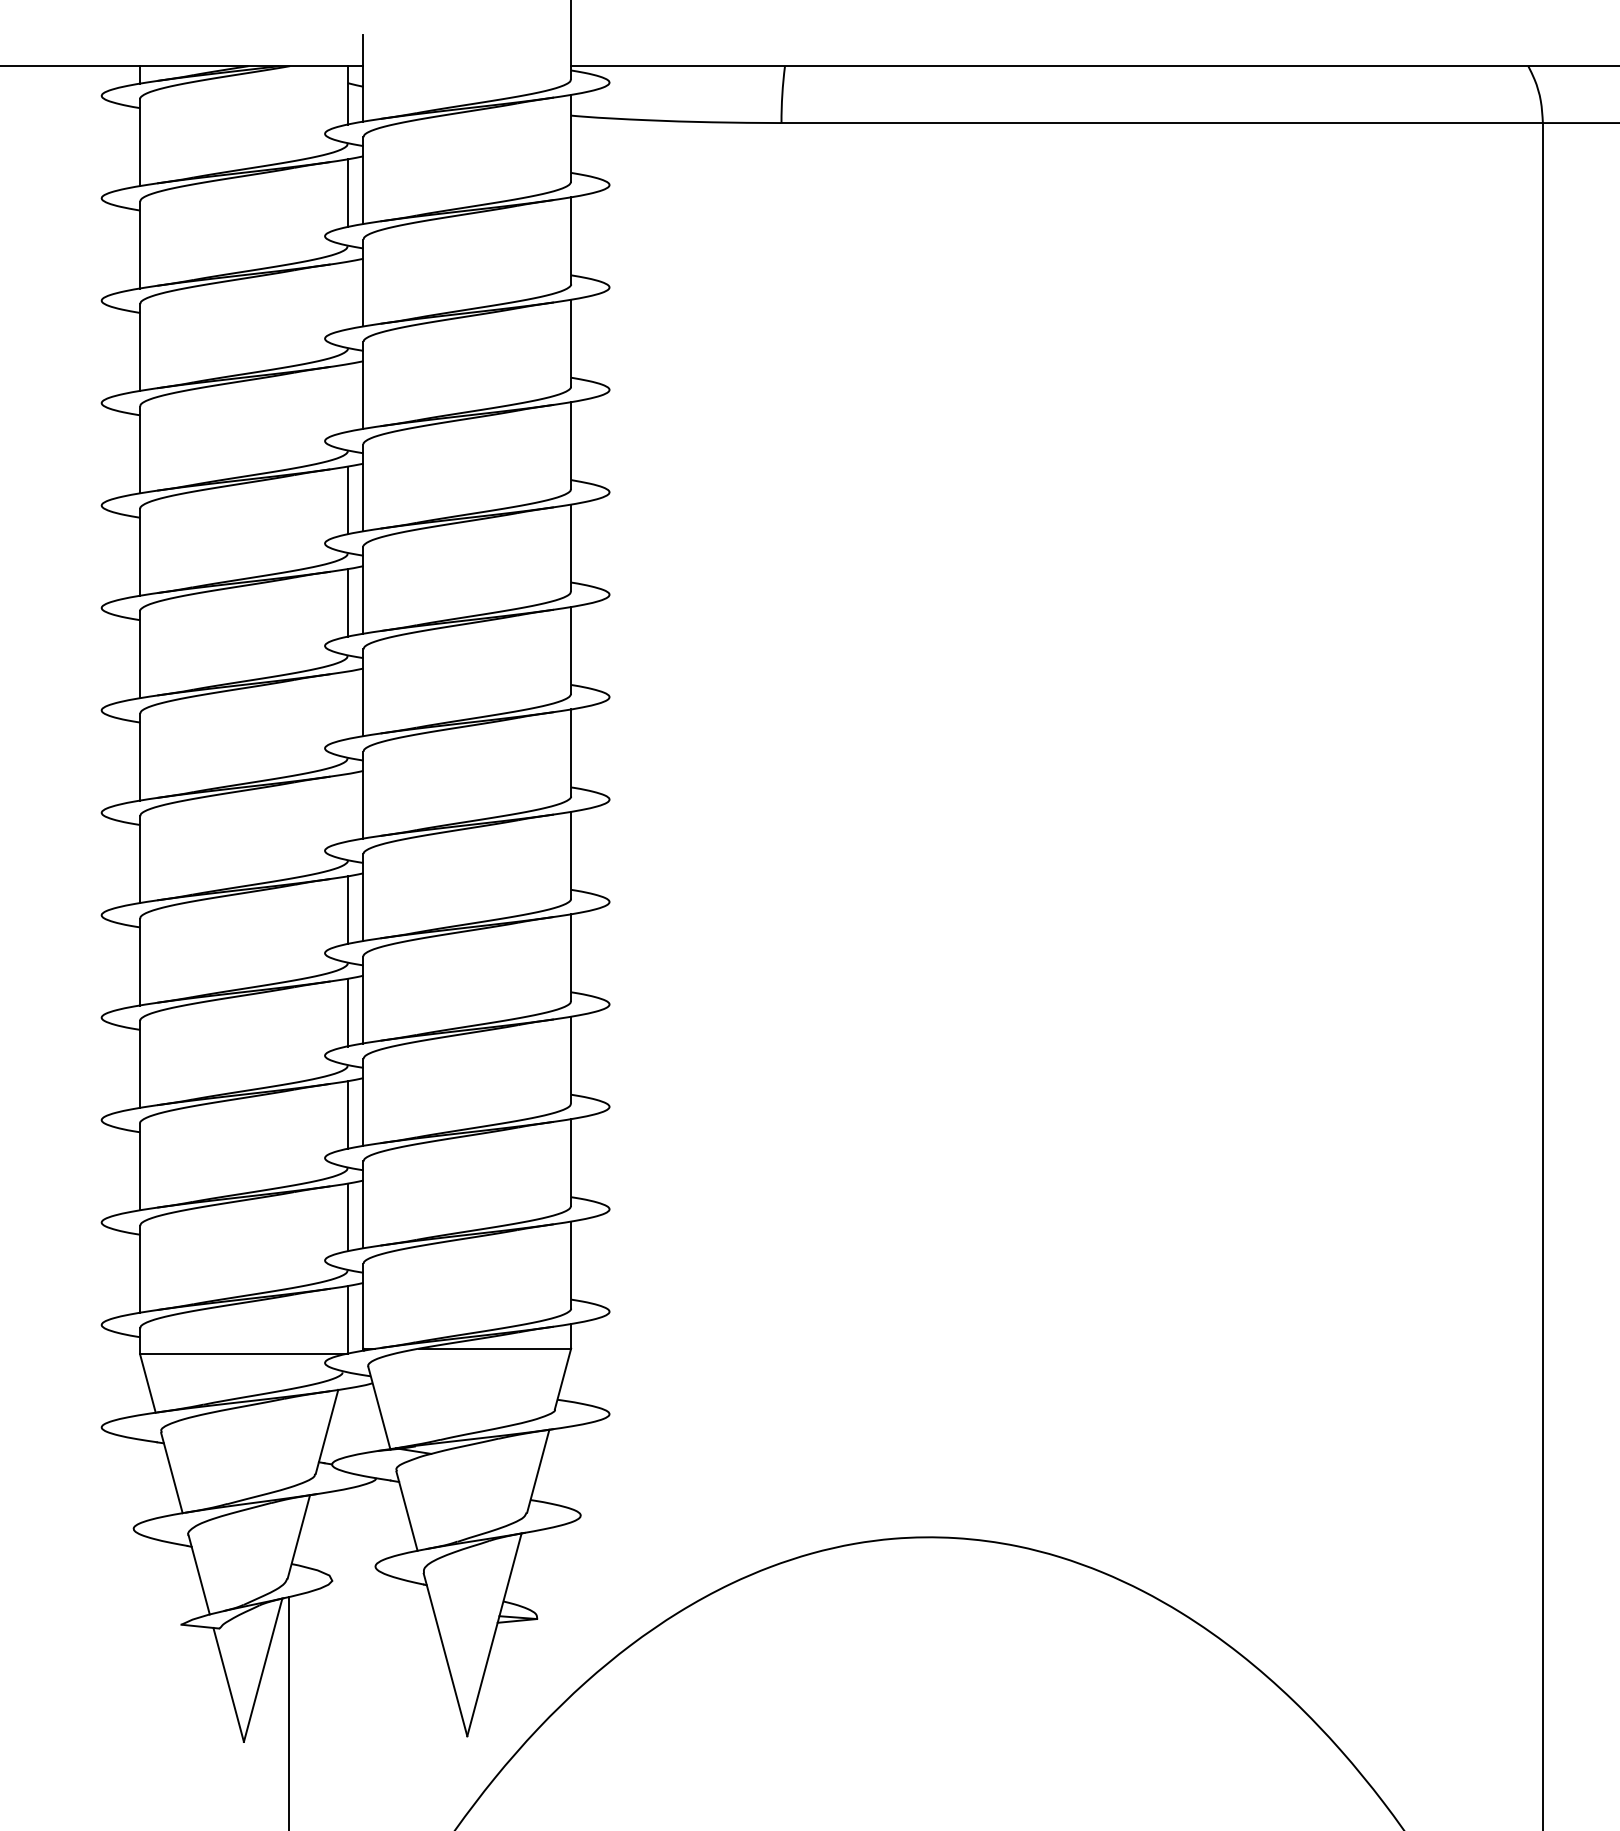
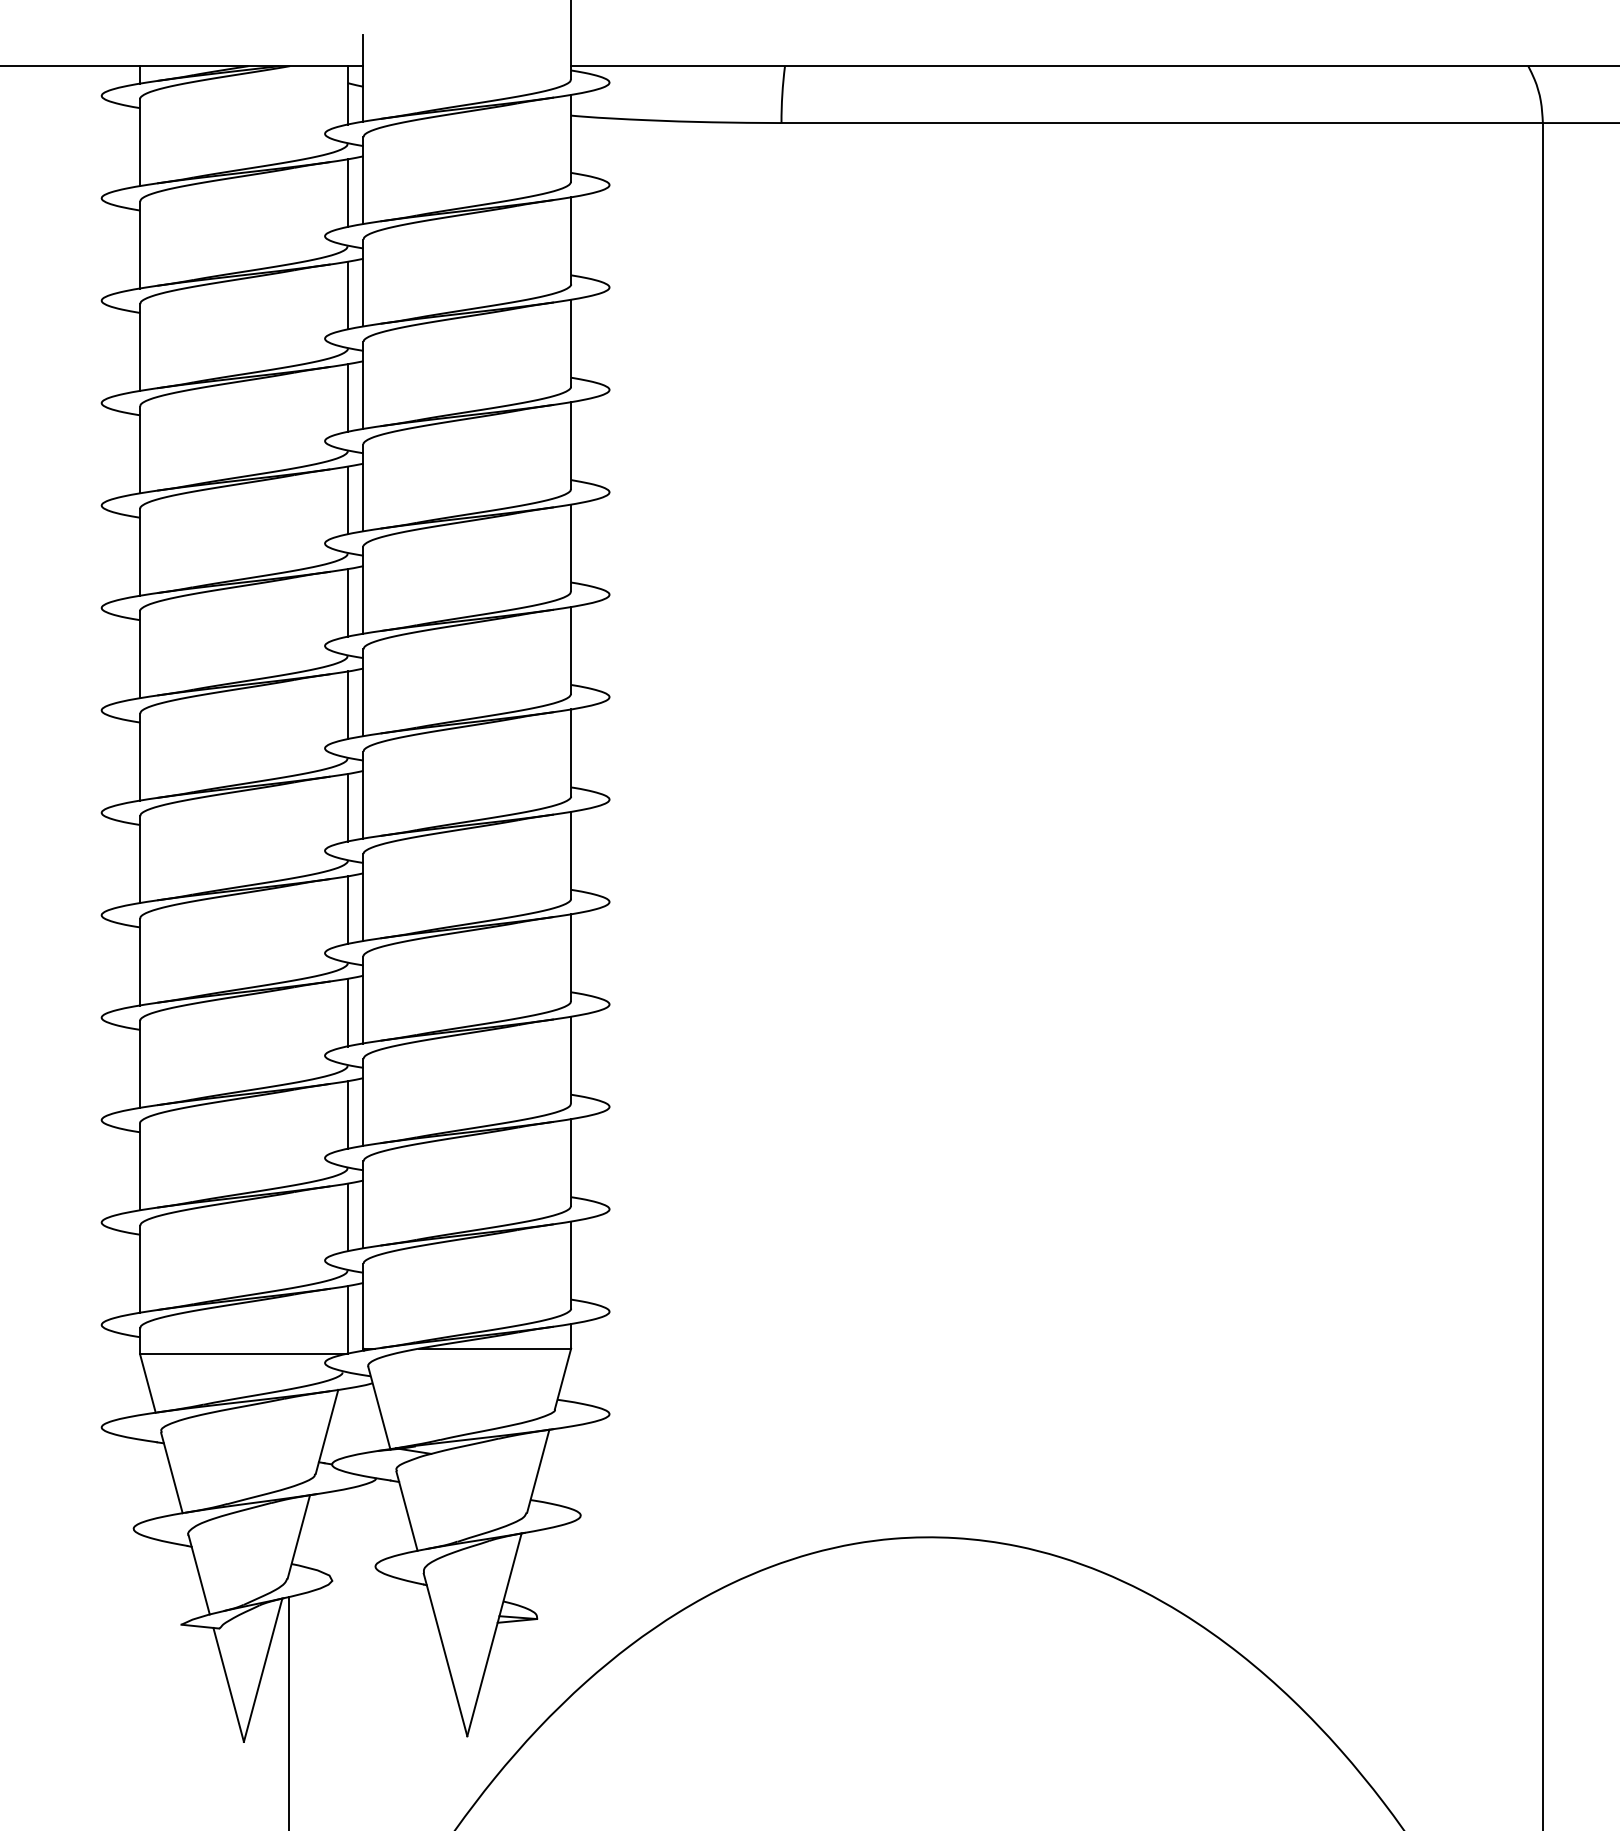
line at (347, 295): none -> present
line at (347, 397): none -> present
line at (347, 705): none -> present
line at (347, 807): none -> present
